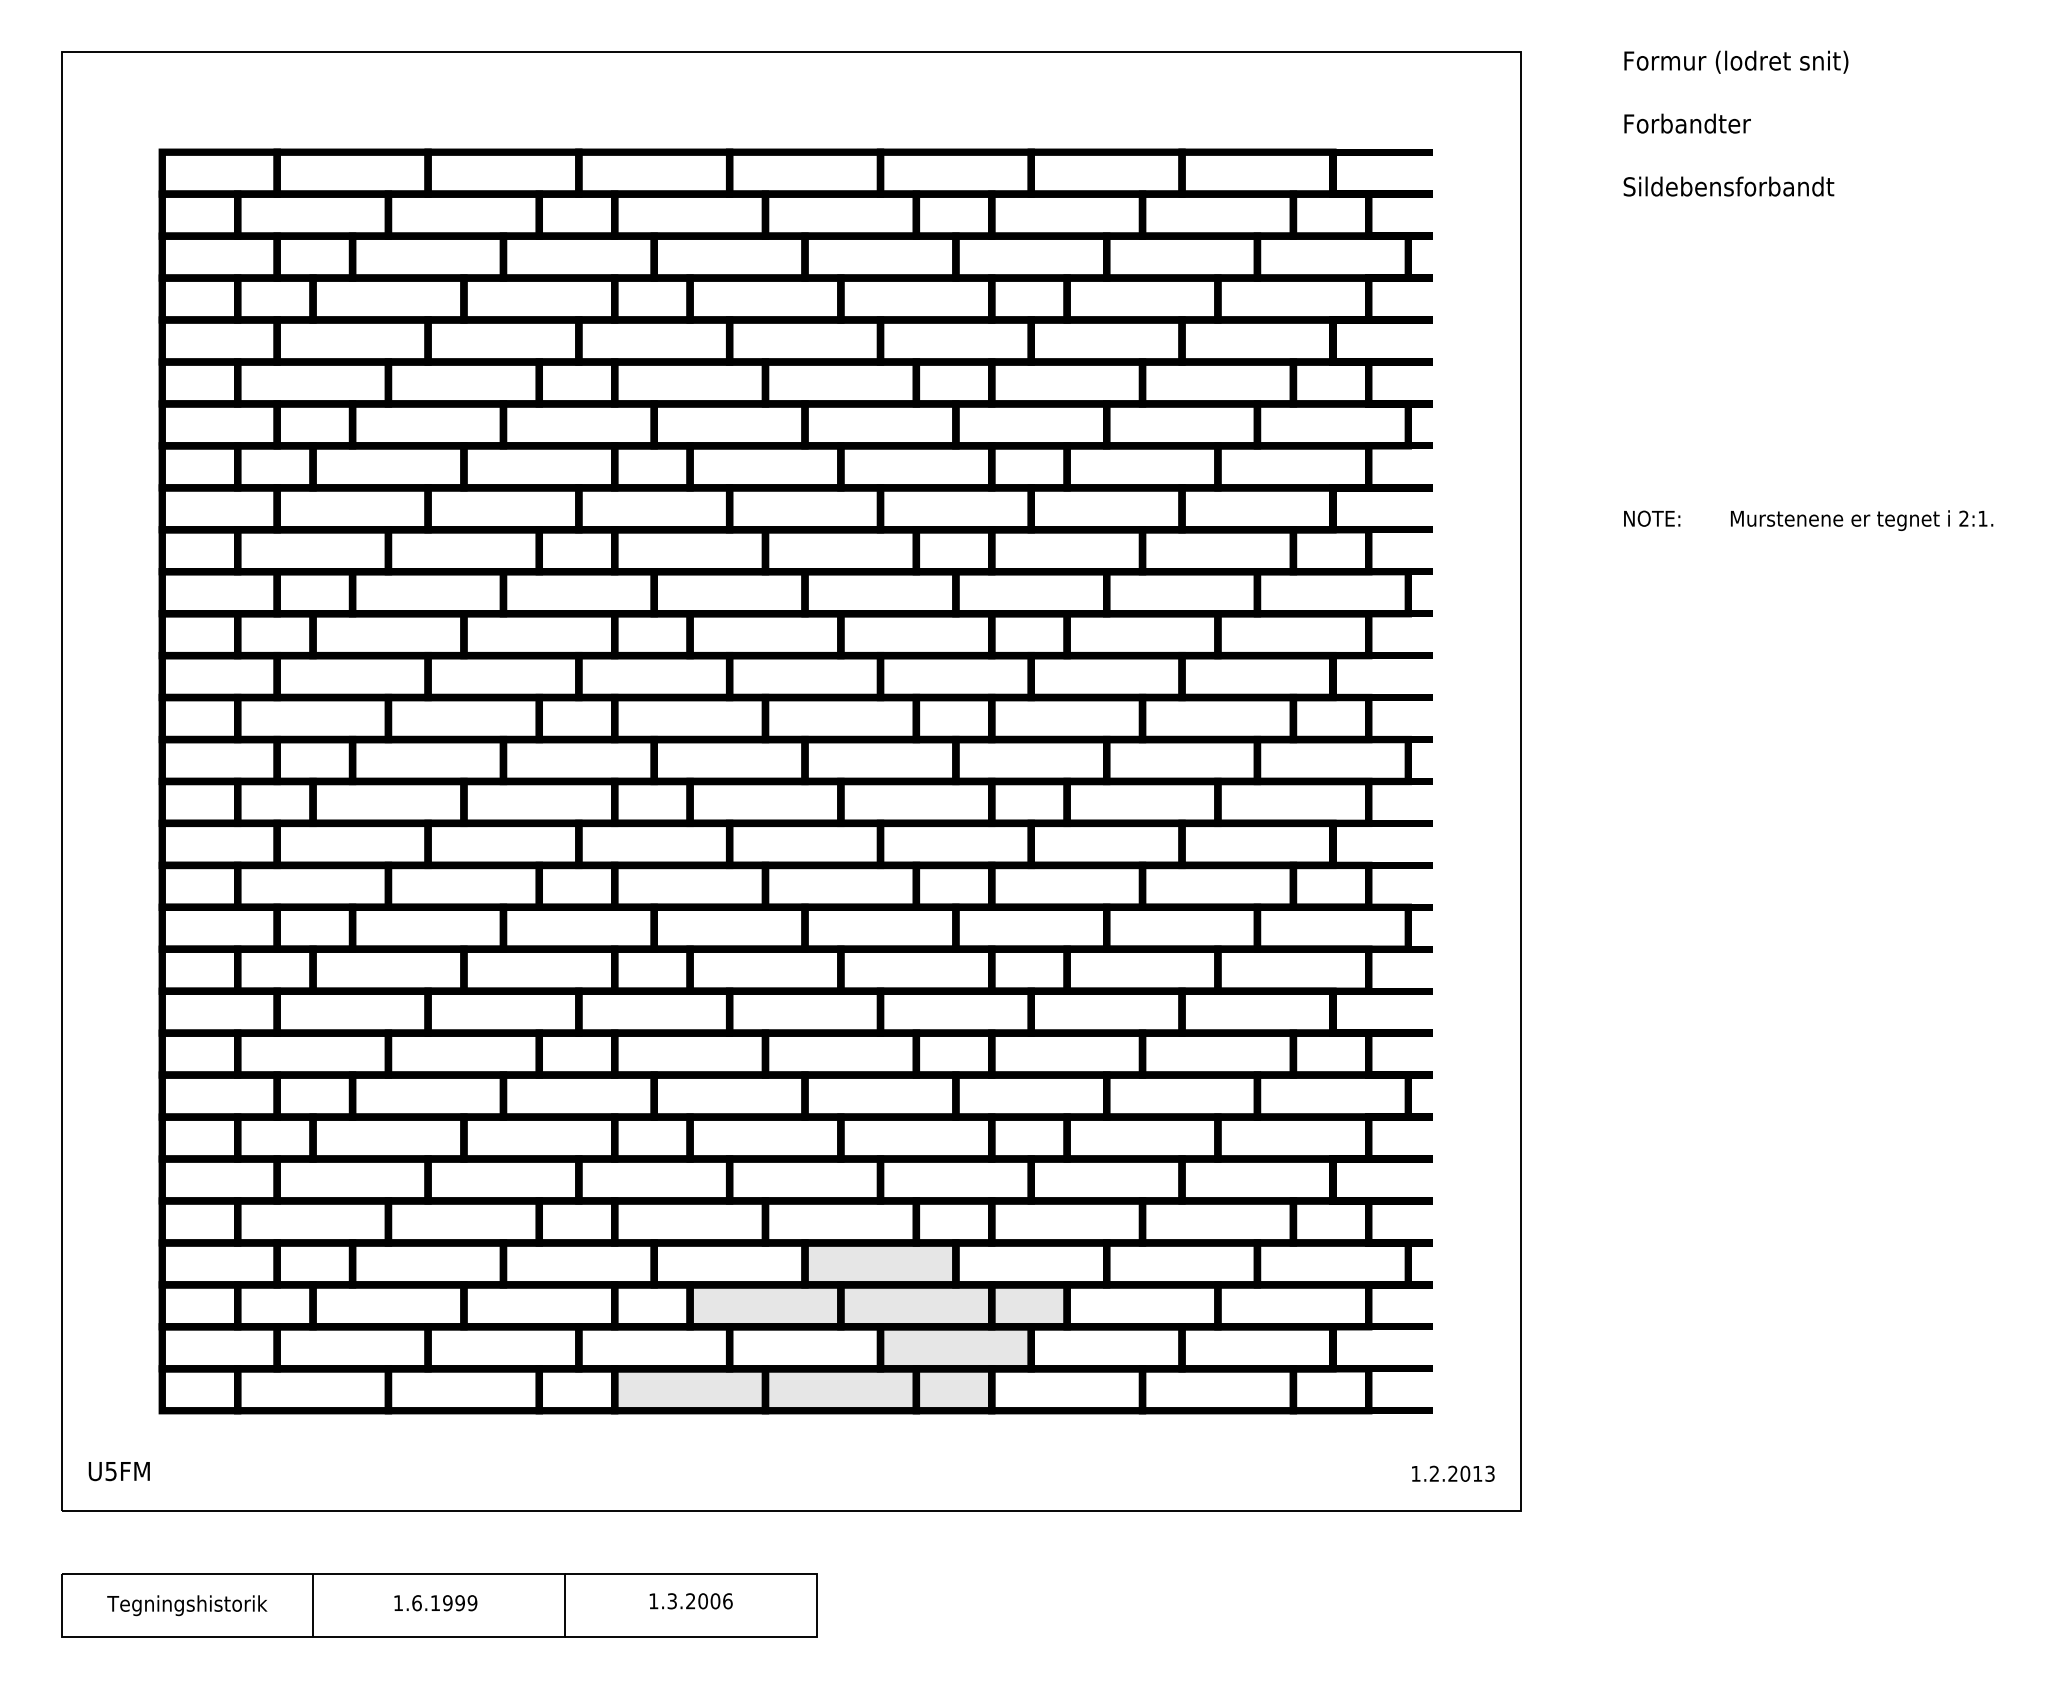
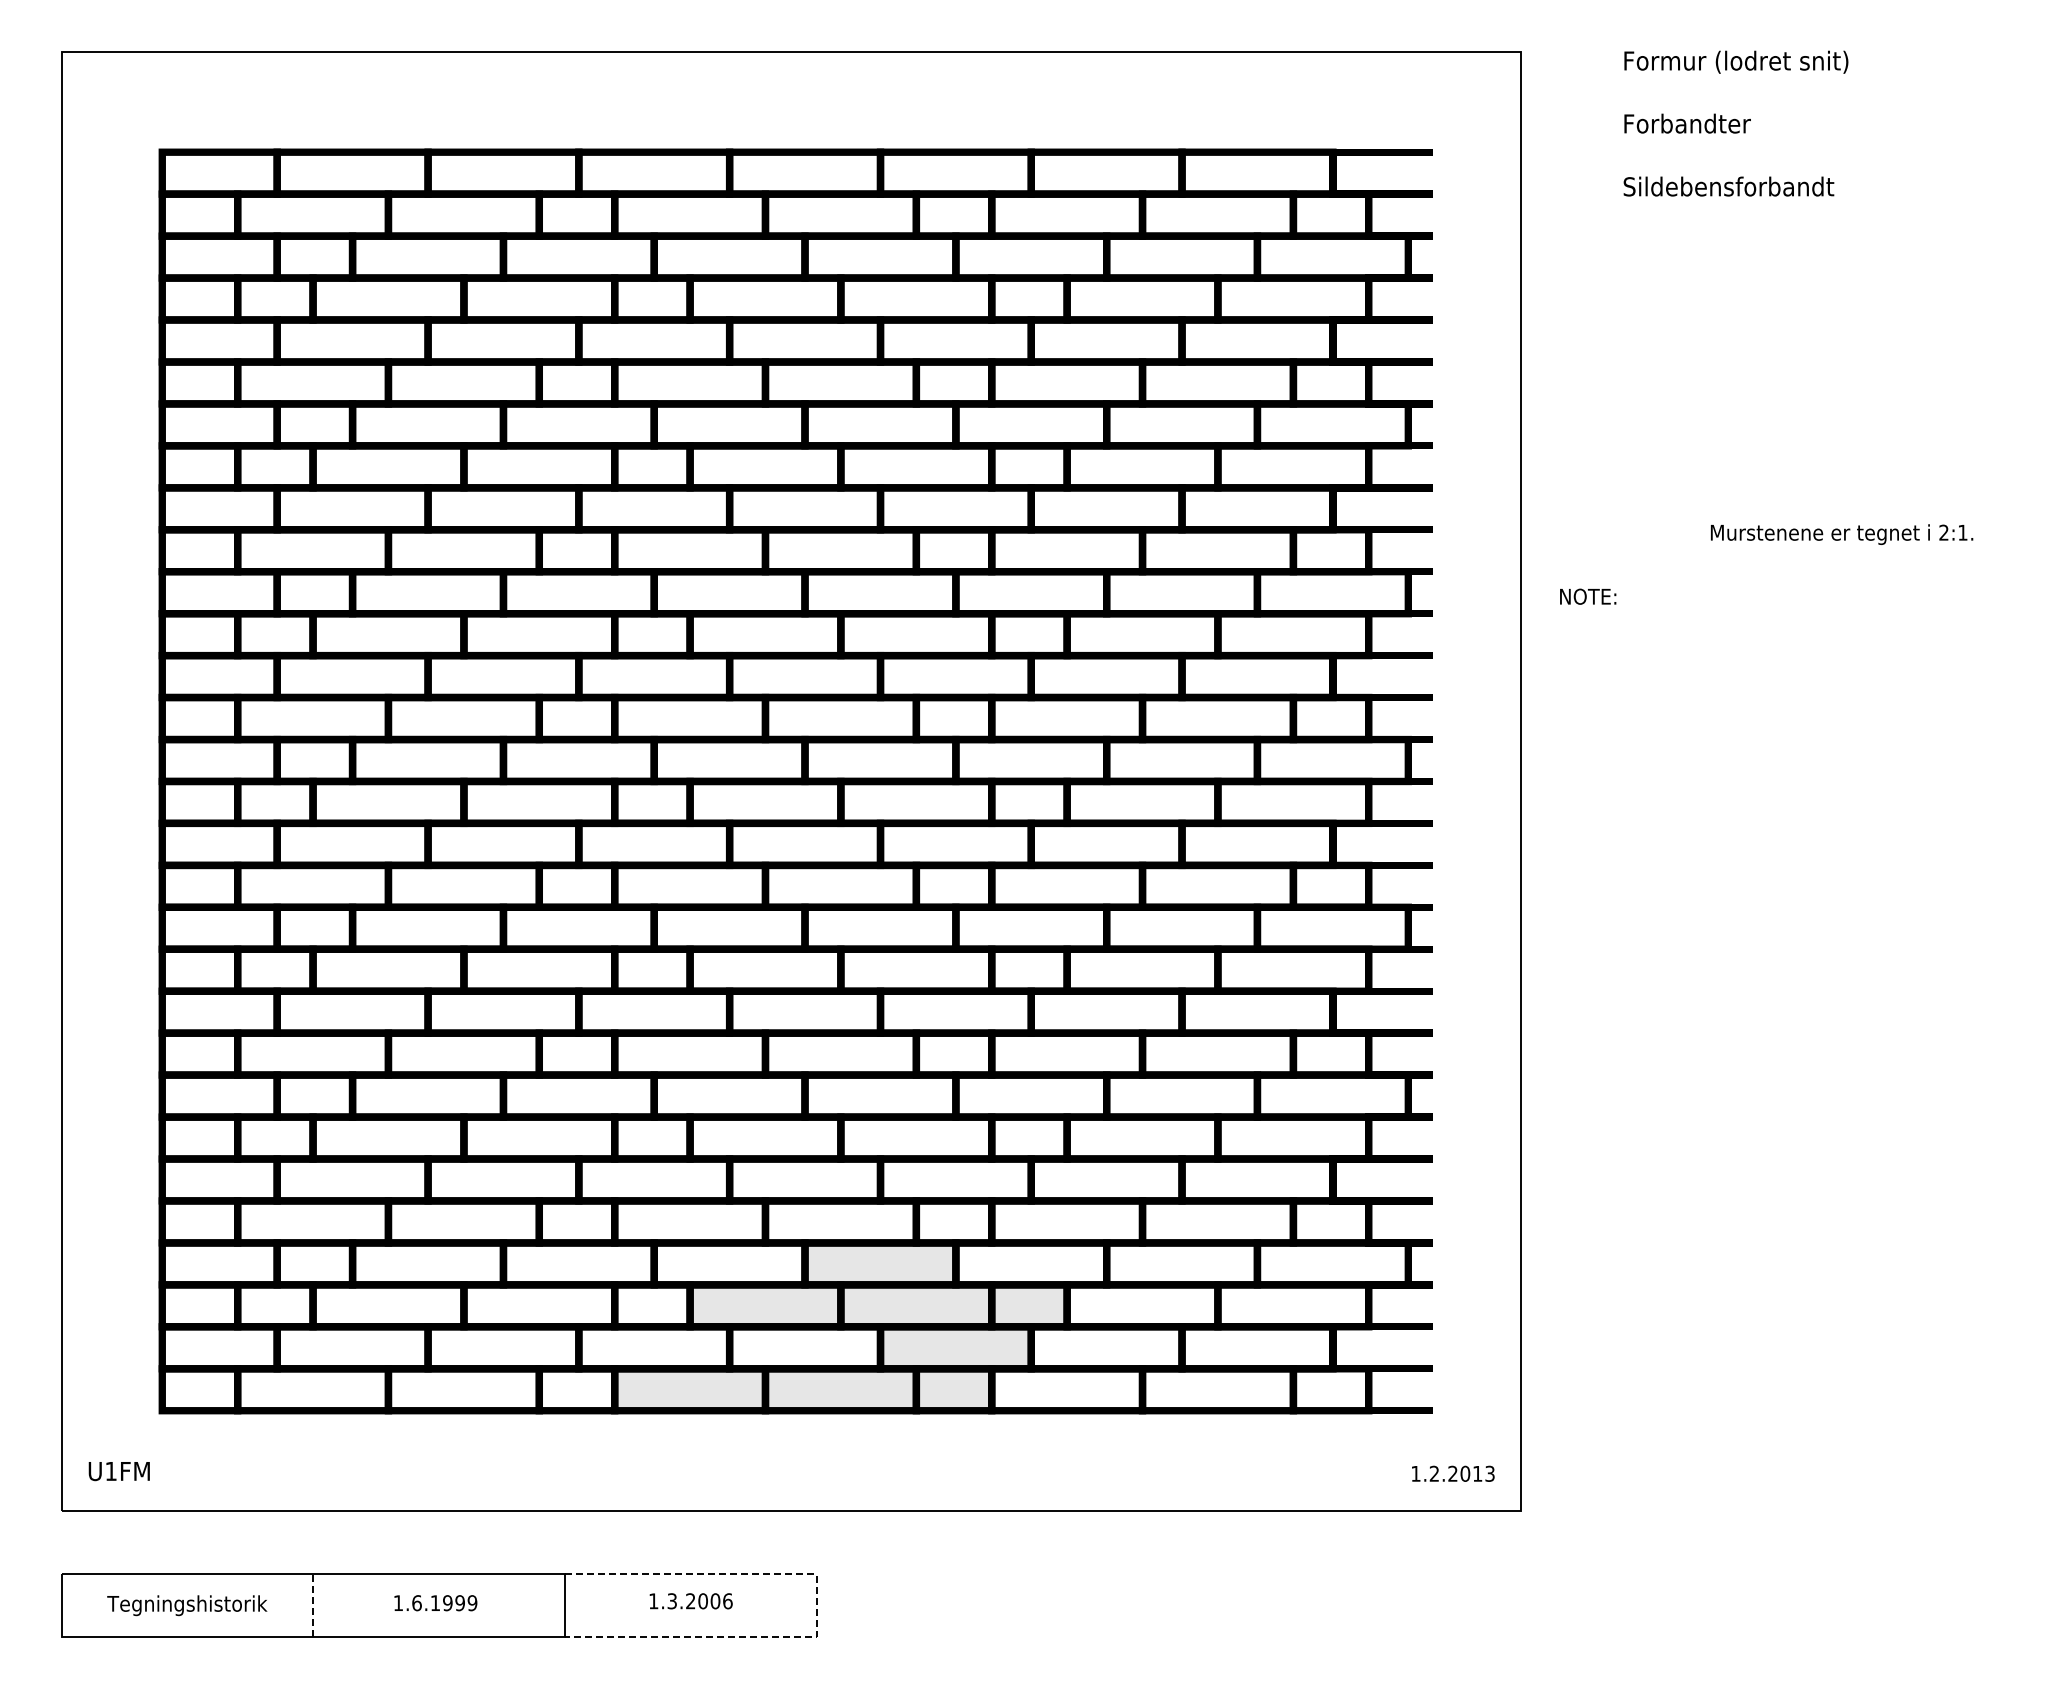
text at (1652, 518) position: (1652, 518) -> (1588, 596)
text at (1862, 520) position: (1862, 520) -> (1842, 534)
text at (110, 1471): U5FM -> U1FM
line at (313, 1605): solid -> dashed
line at (816, 1606): solid -> dashed
